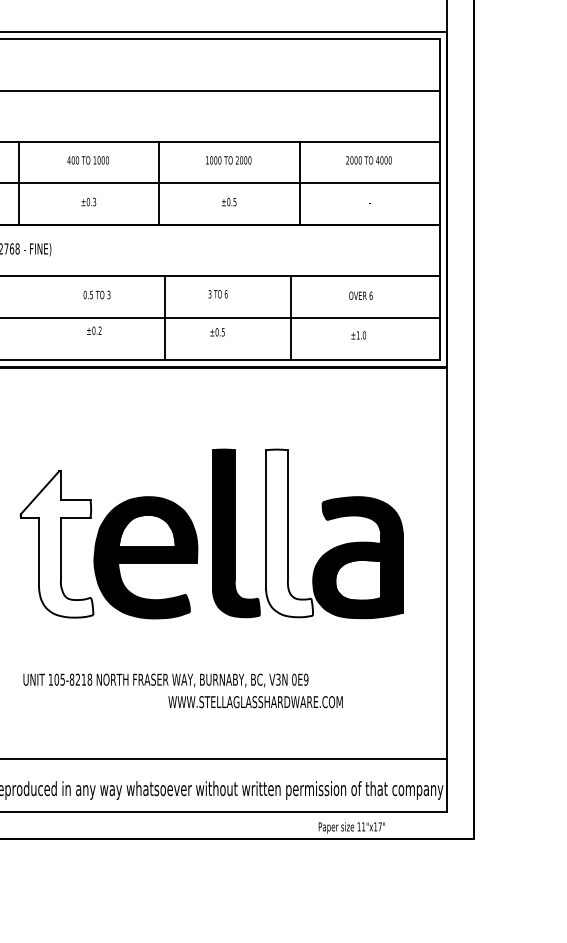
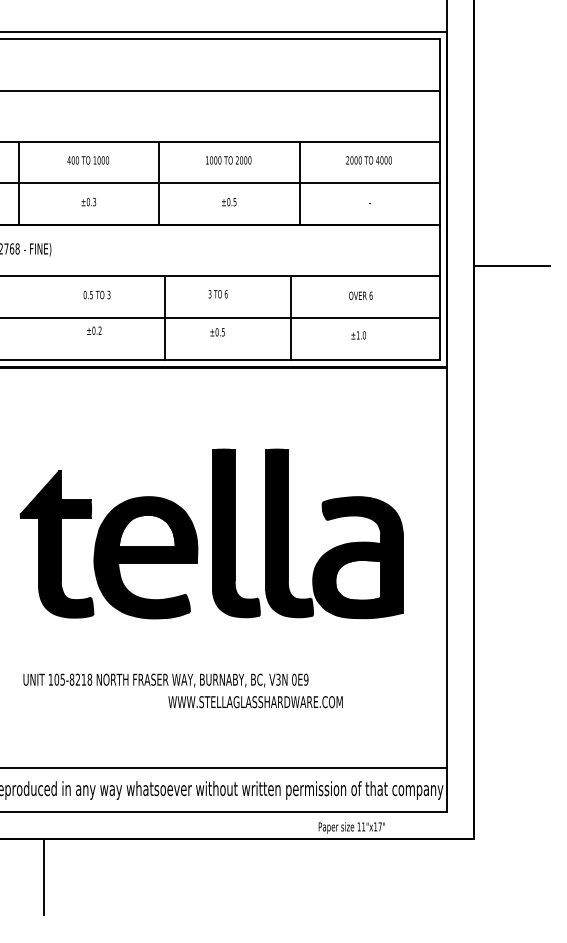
line at (511, 266): none -> present
fill at (289, 533): none -> present
fill at (56, 544): none -> present
line at (224, 758) position: (224, 758) -> (224, 767)
line at (43, 876): none -> present
